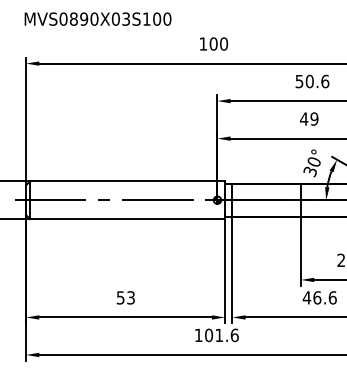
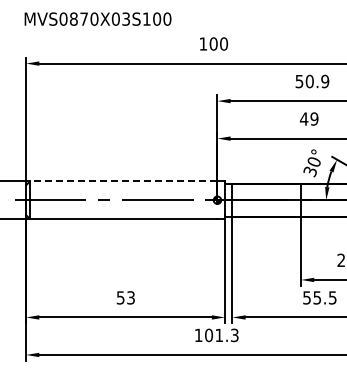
text at (84, 18): MVS0890X03S100 -> MVS0870X03S100
text at (325, 81): 50.6 -> 50.9
line at (123, 181): solid -> dashed
text at (319, 297): 46.6 -> 55.5
text at (234, 335): 101.6 -> 101.3
